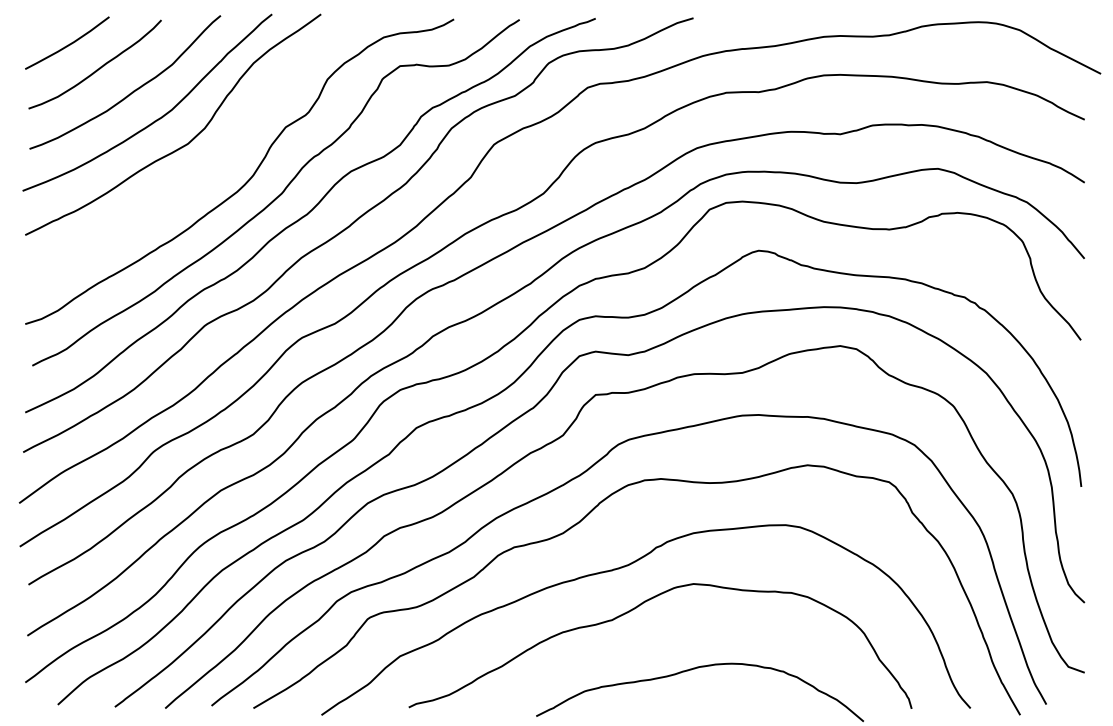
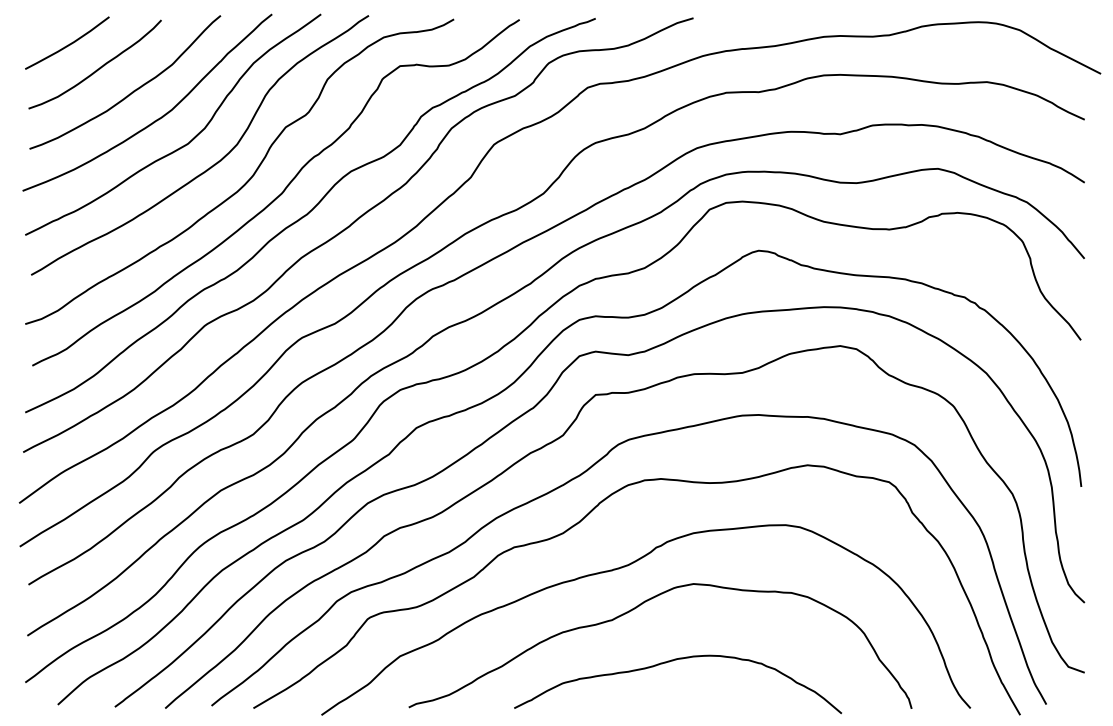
curve at (214, 163): none -> present
curve at (695, 669) position: (695, 669) -> (673, 661)
